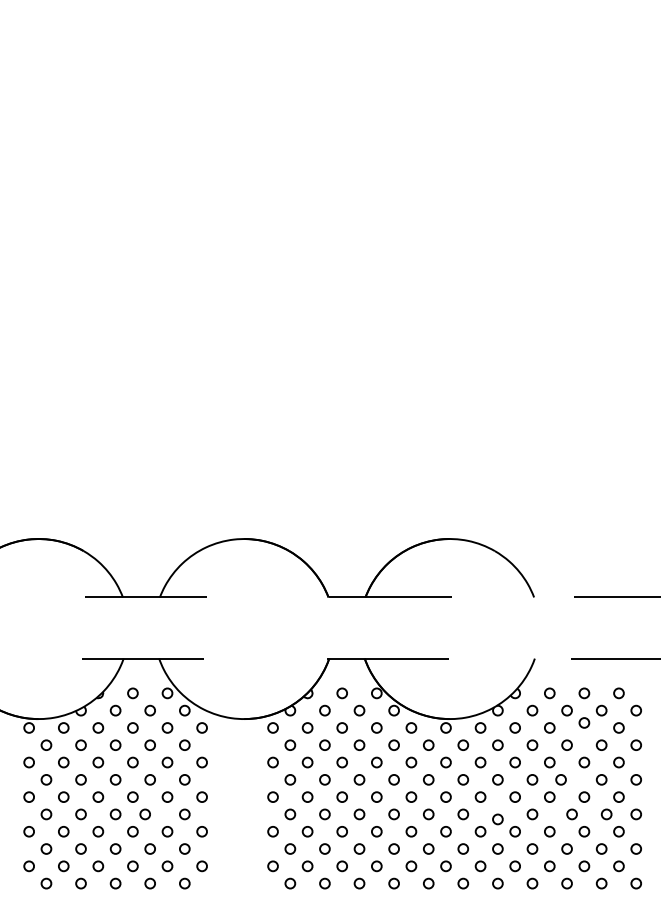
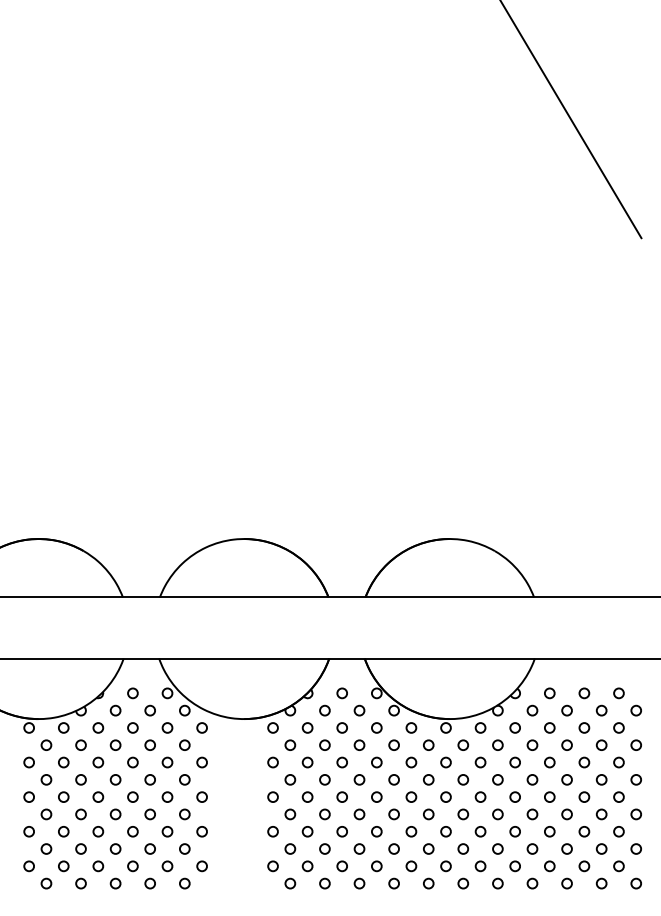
line at (571, 120): none -> present
line at (330, 597): dashed -> solid
line at (330, 658): dashed -> solid
circle at (584, 722) position: (584, 722) -> (584, 727)
circle at (560, 779) position: (560, 779) -> (566, 779)
circle at (144, 814) position: (144, 814) -> (149, 814)
circle at (571, 814) position: (571, 814) -> (566, 814)
circle at (606, 814) position: (606, 814) -> (601, 814)
circle at (497, 819) position: (497, 819) -> (497, 814)
